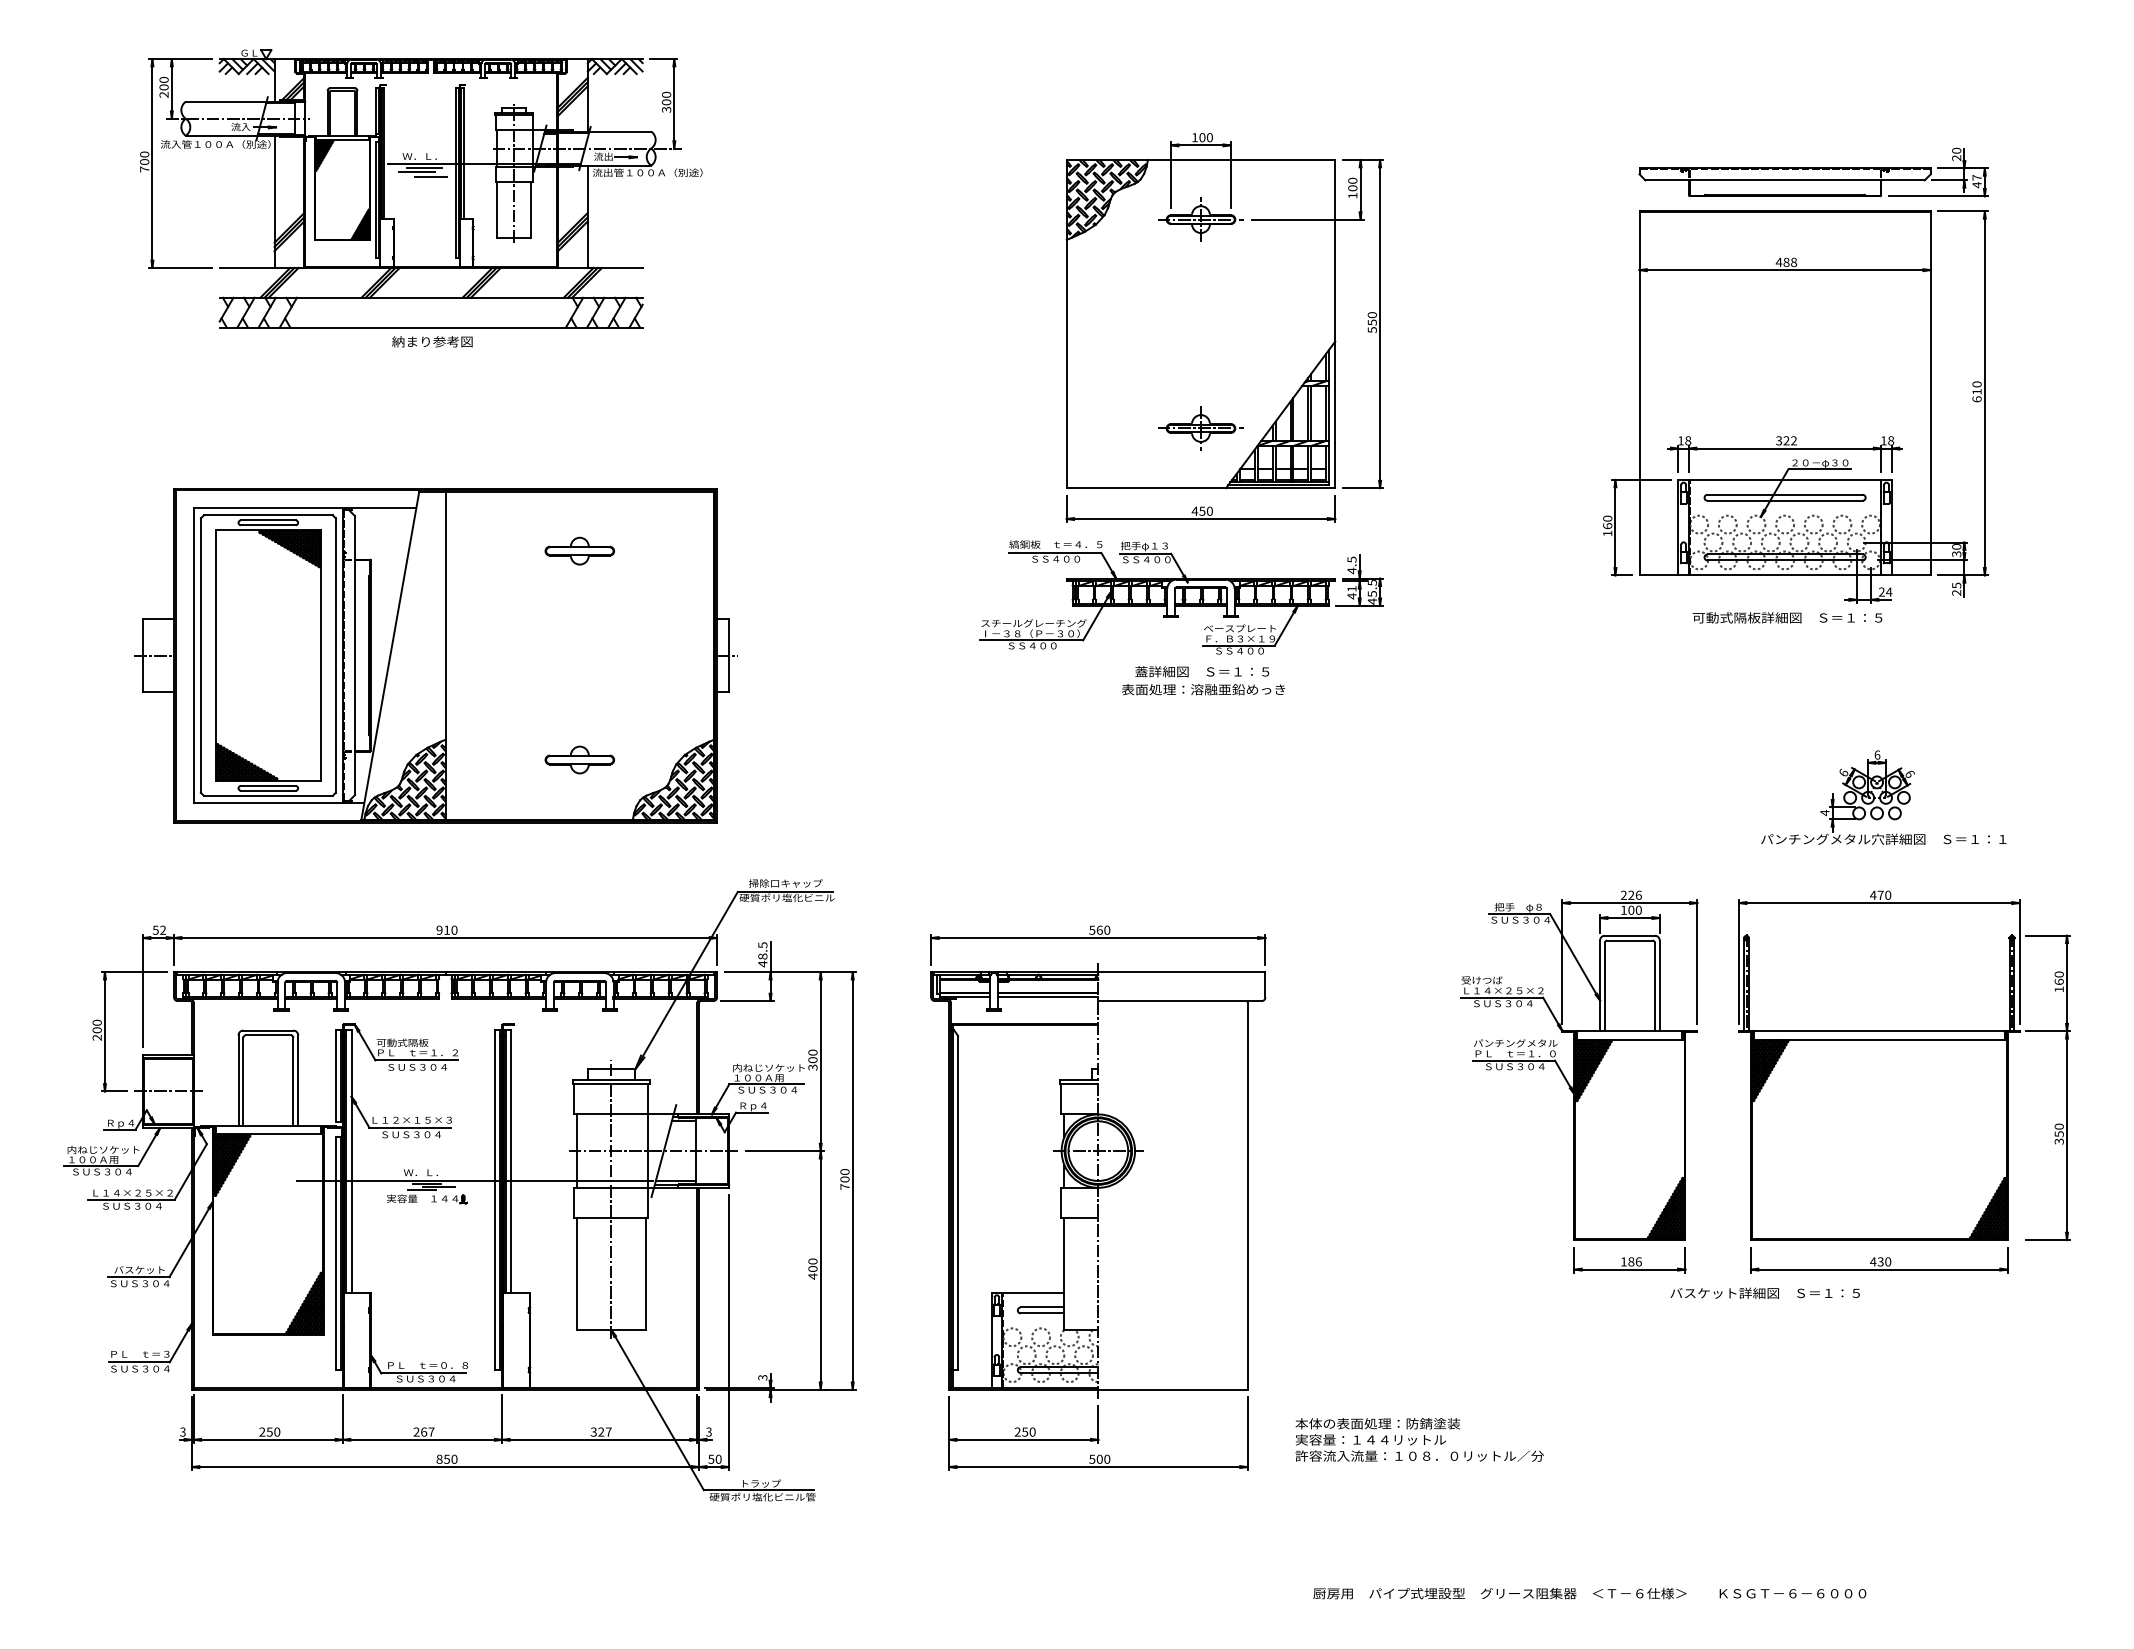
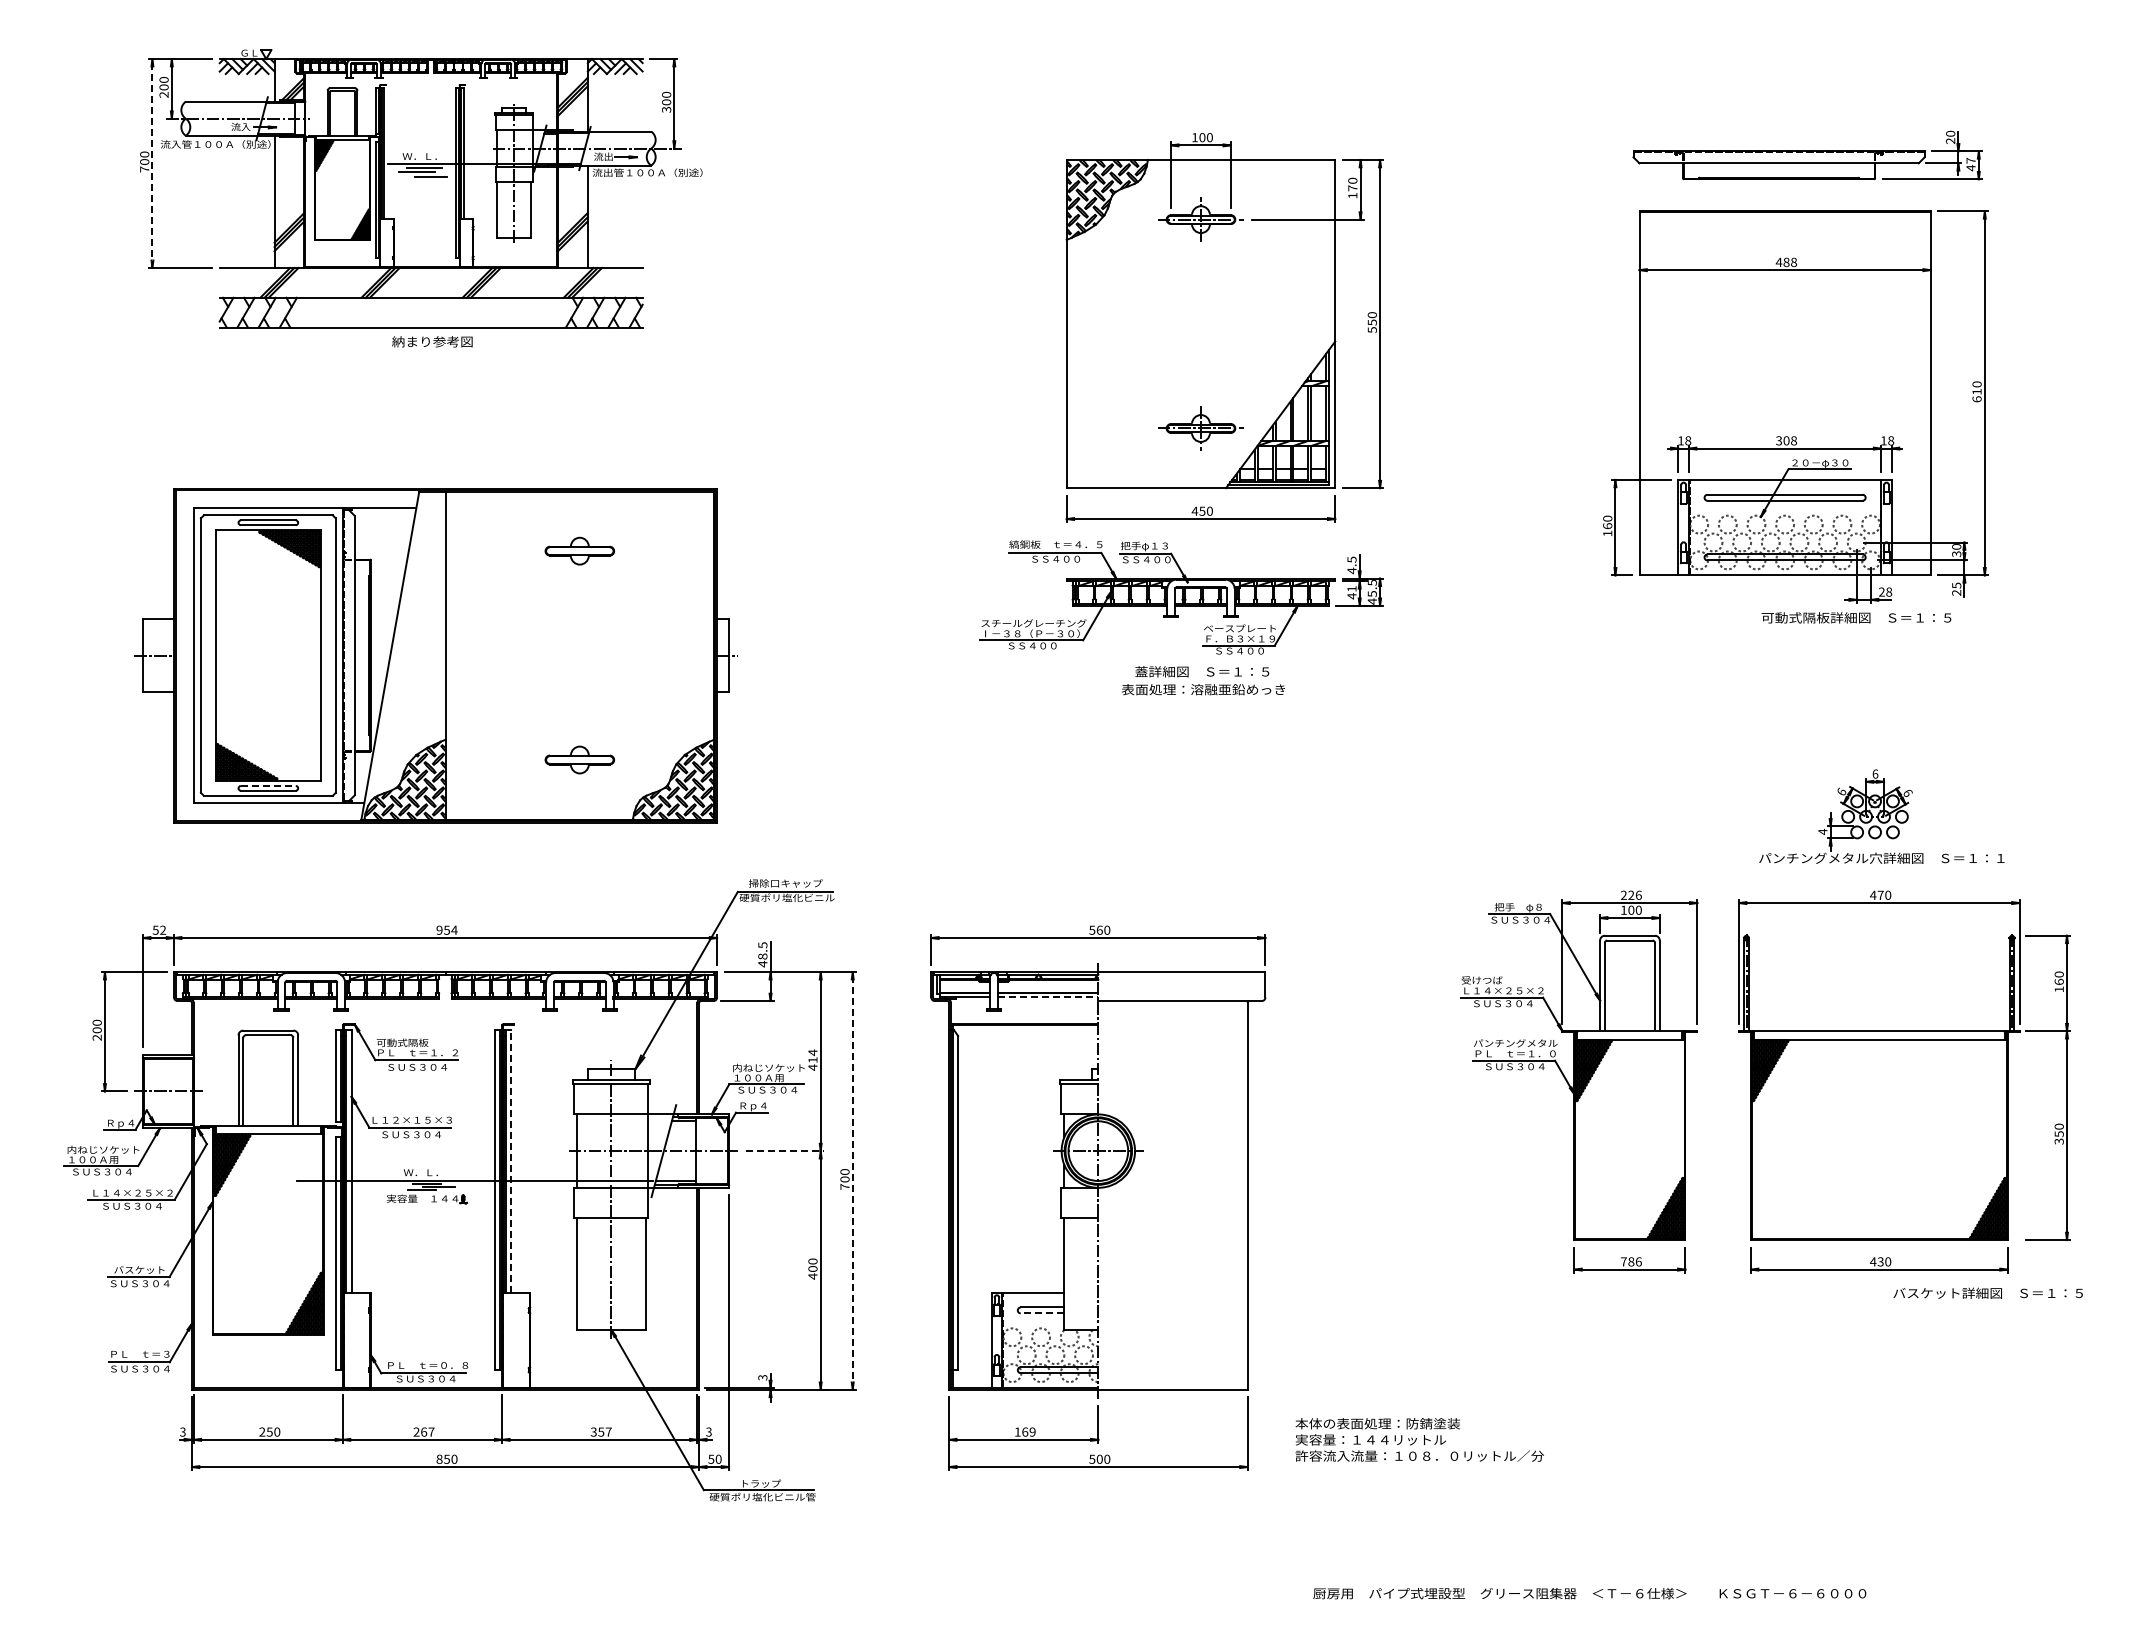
line at (152, 163): solid -> dashed
part at (1813, 172) position: (1813, 172) -> (1807, 155)
text at (1352, 188): 100 -> 170
text at (1790, 440): 322 -> 308
text at (1889, 591): 24 -> 28
text at (1787, 617) position: (1787, 617) -> (1856, 617)
line at (268, 785): solid -> dashed
part at (1883, 797) position: (1883, 797) -> (1881, 816)
text at (450, 929): 910 -> 954
line at (1048, 997): solid -> dashed
text at (812, 1059): 300 -> 414
line at (784, 1151): solid -> dashed
line at (510, 1160): solid -> dashed
line at (852, 1180): solid -> dashed
text at (1623, 1261): 186 -> 786
text at (1764, 1292) position: (1764, 1292) -> (1987, 1292)
line at (1042, 1313): solid -> dashed
text at (601, 1431): 327 -> 357
text at (1024, 1431): 250 -> 169
